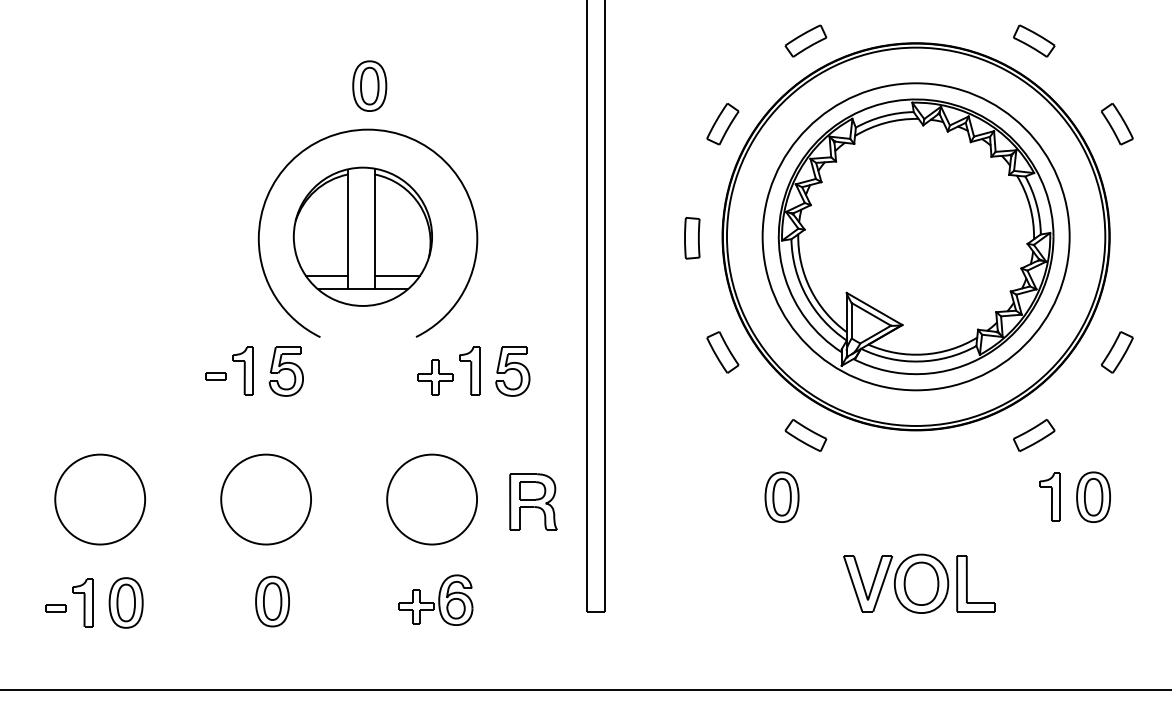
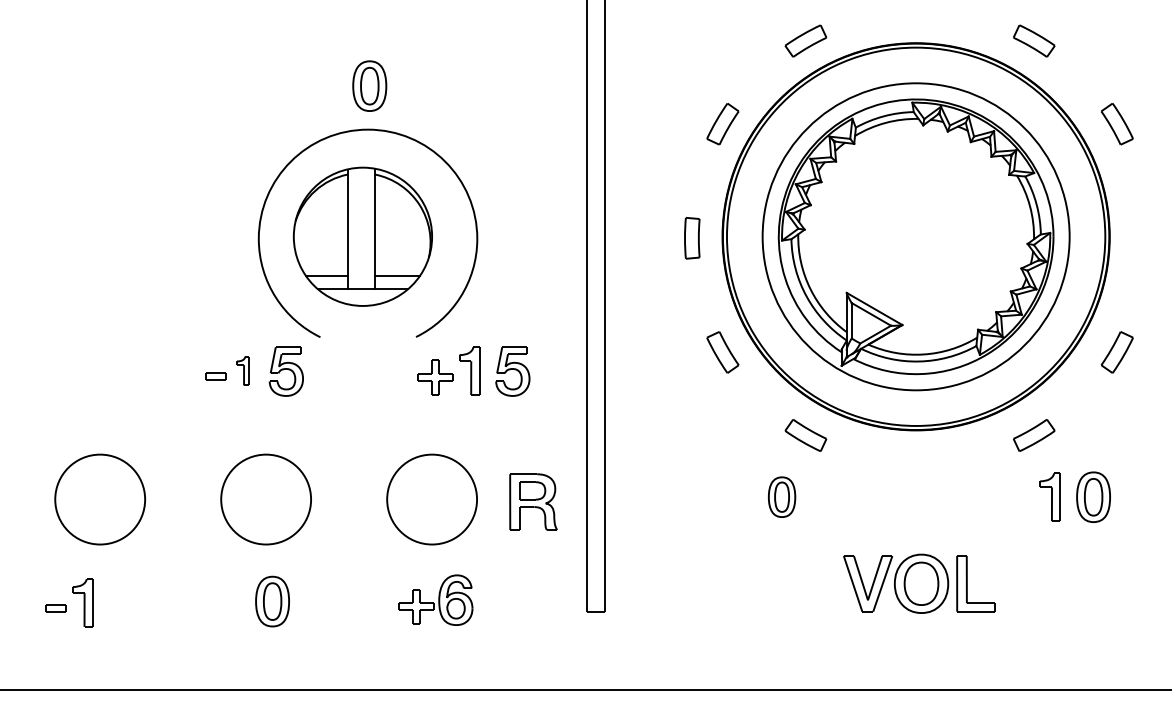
part at (242, 370) size: 22x50 px -> 14x30 px
part at (781, 496) size: 36x52 px -> 29x42 px
part at (125, 602): present -> none
